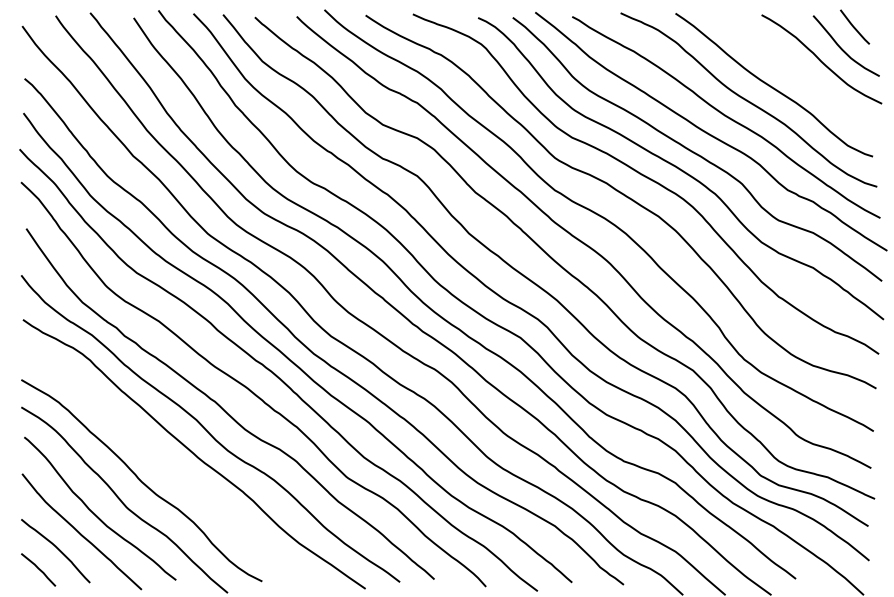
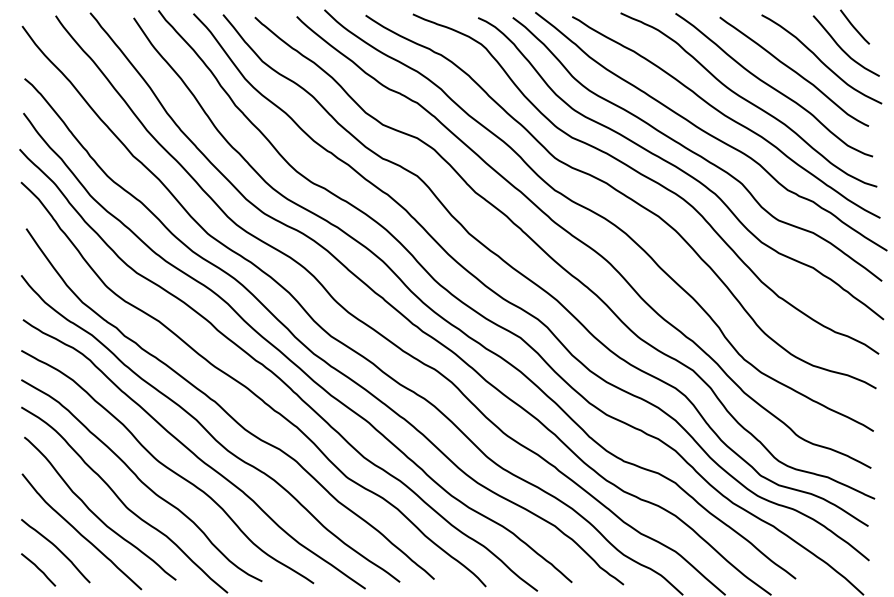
curve at (794, 71): none -> present
curve at (167, 467): none -> present
